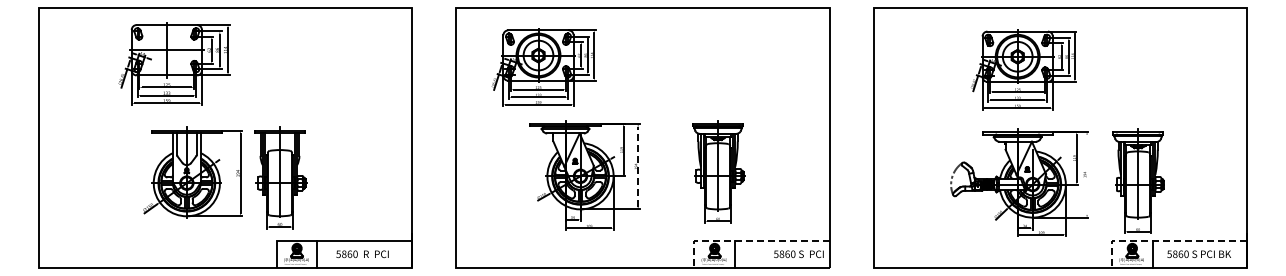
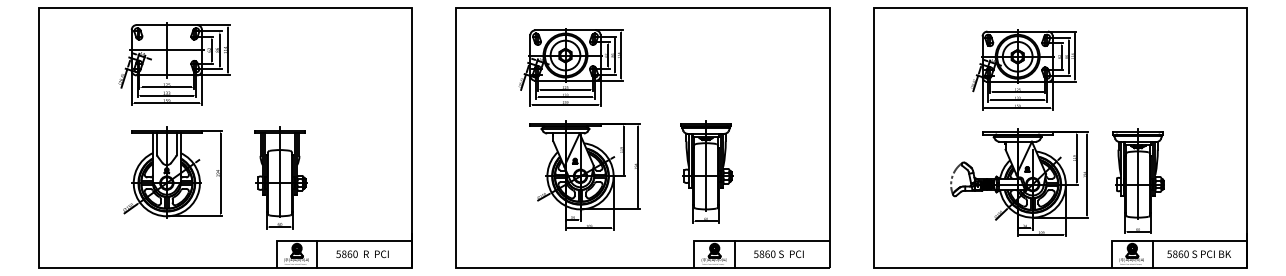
part at (543, 67) position: (543, 67) -> (570, 67)
line at (638, 166): dashed -> solid
part at (718, 171) position: (718, 171) -> (706, 171)
part at (192, 172) position: (192, 172) -> (172, 172)
line at (1087, 174): none -> present
line at (747, 240): dashed -> solid
line at (1164, 240): dashed -> solid
text at (798, 254) position: (798, 254) -> (778, 254)
